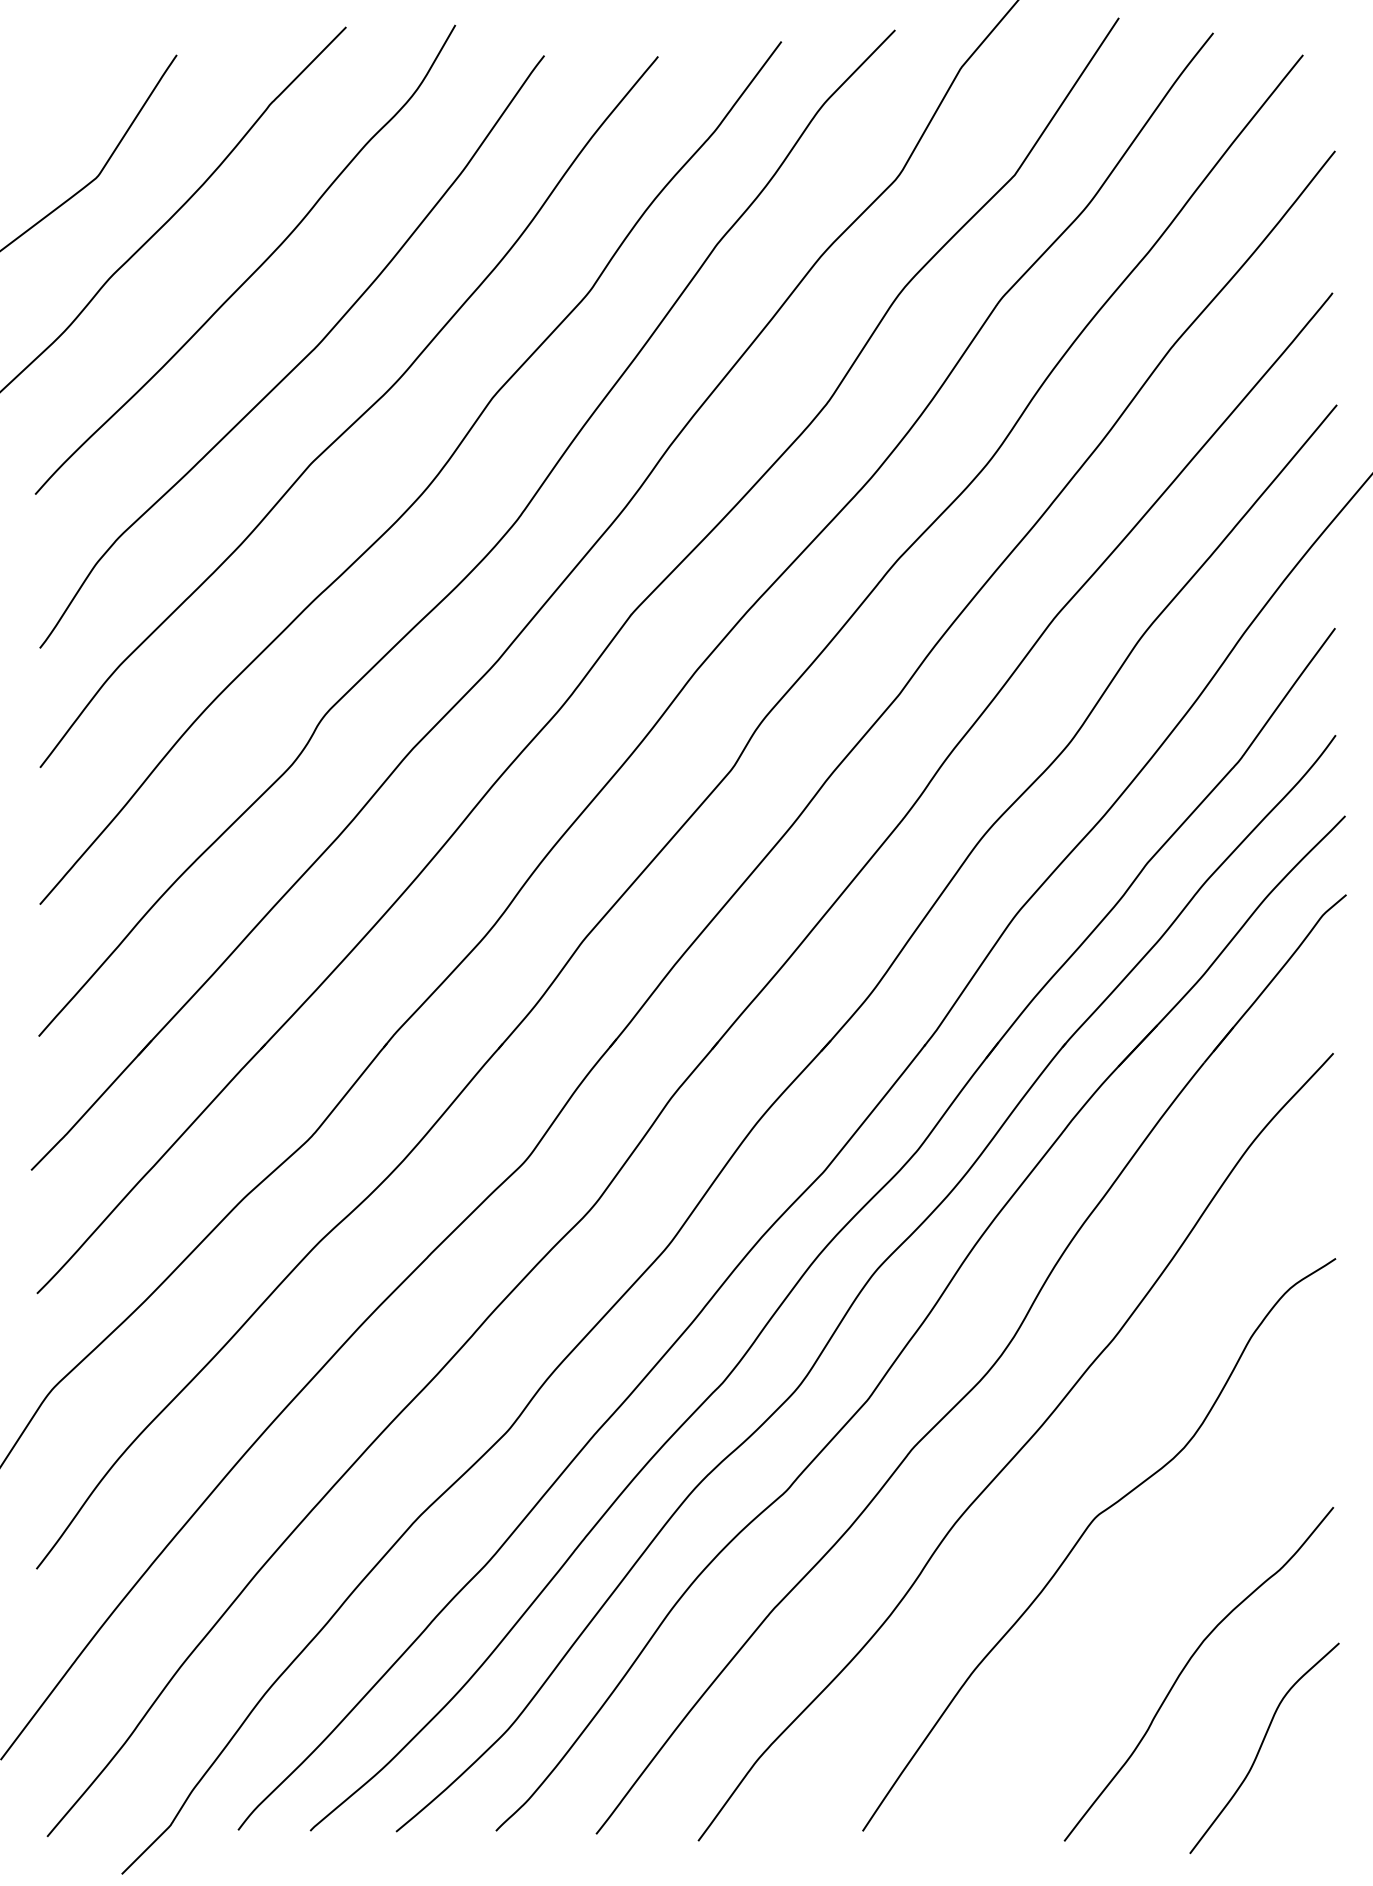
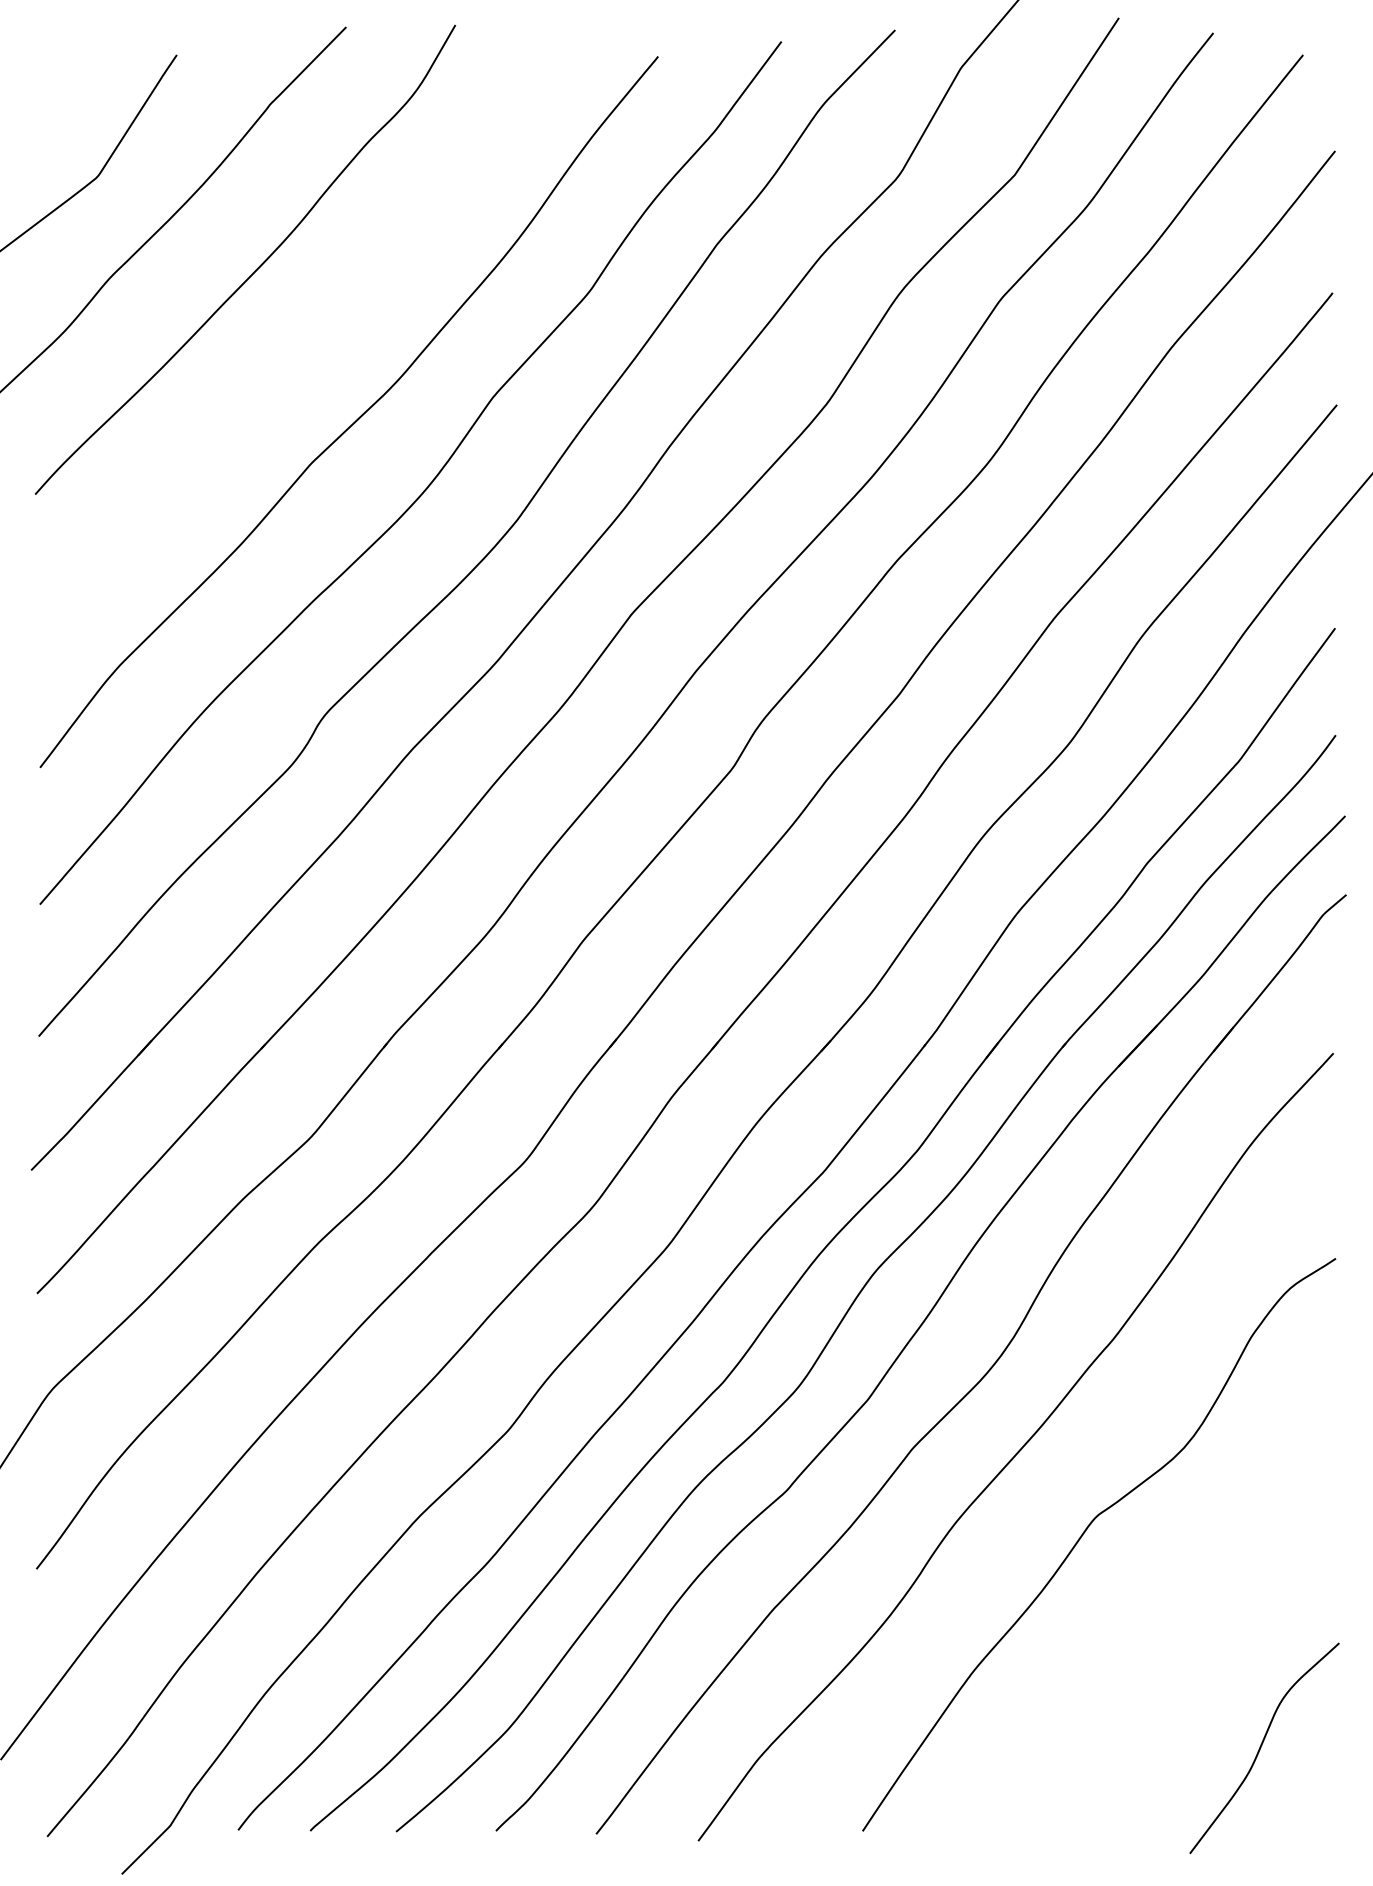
curve at (301, 360): present -> none
curve at (1186, 1666): present -> none
